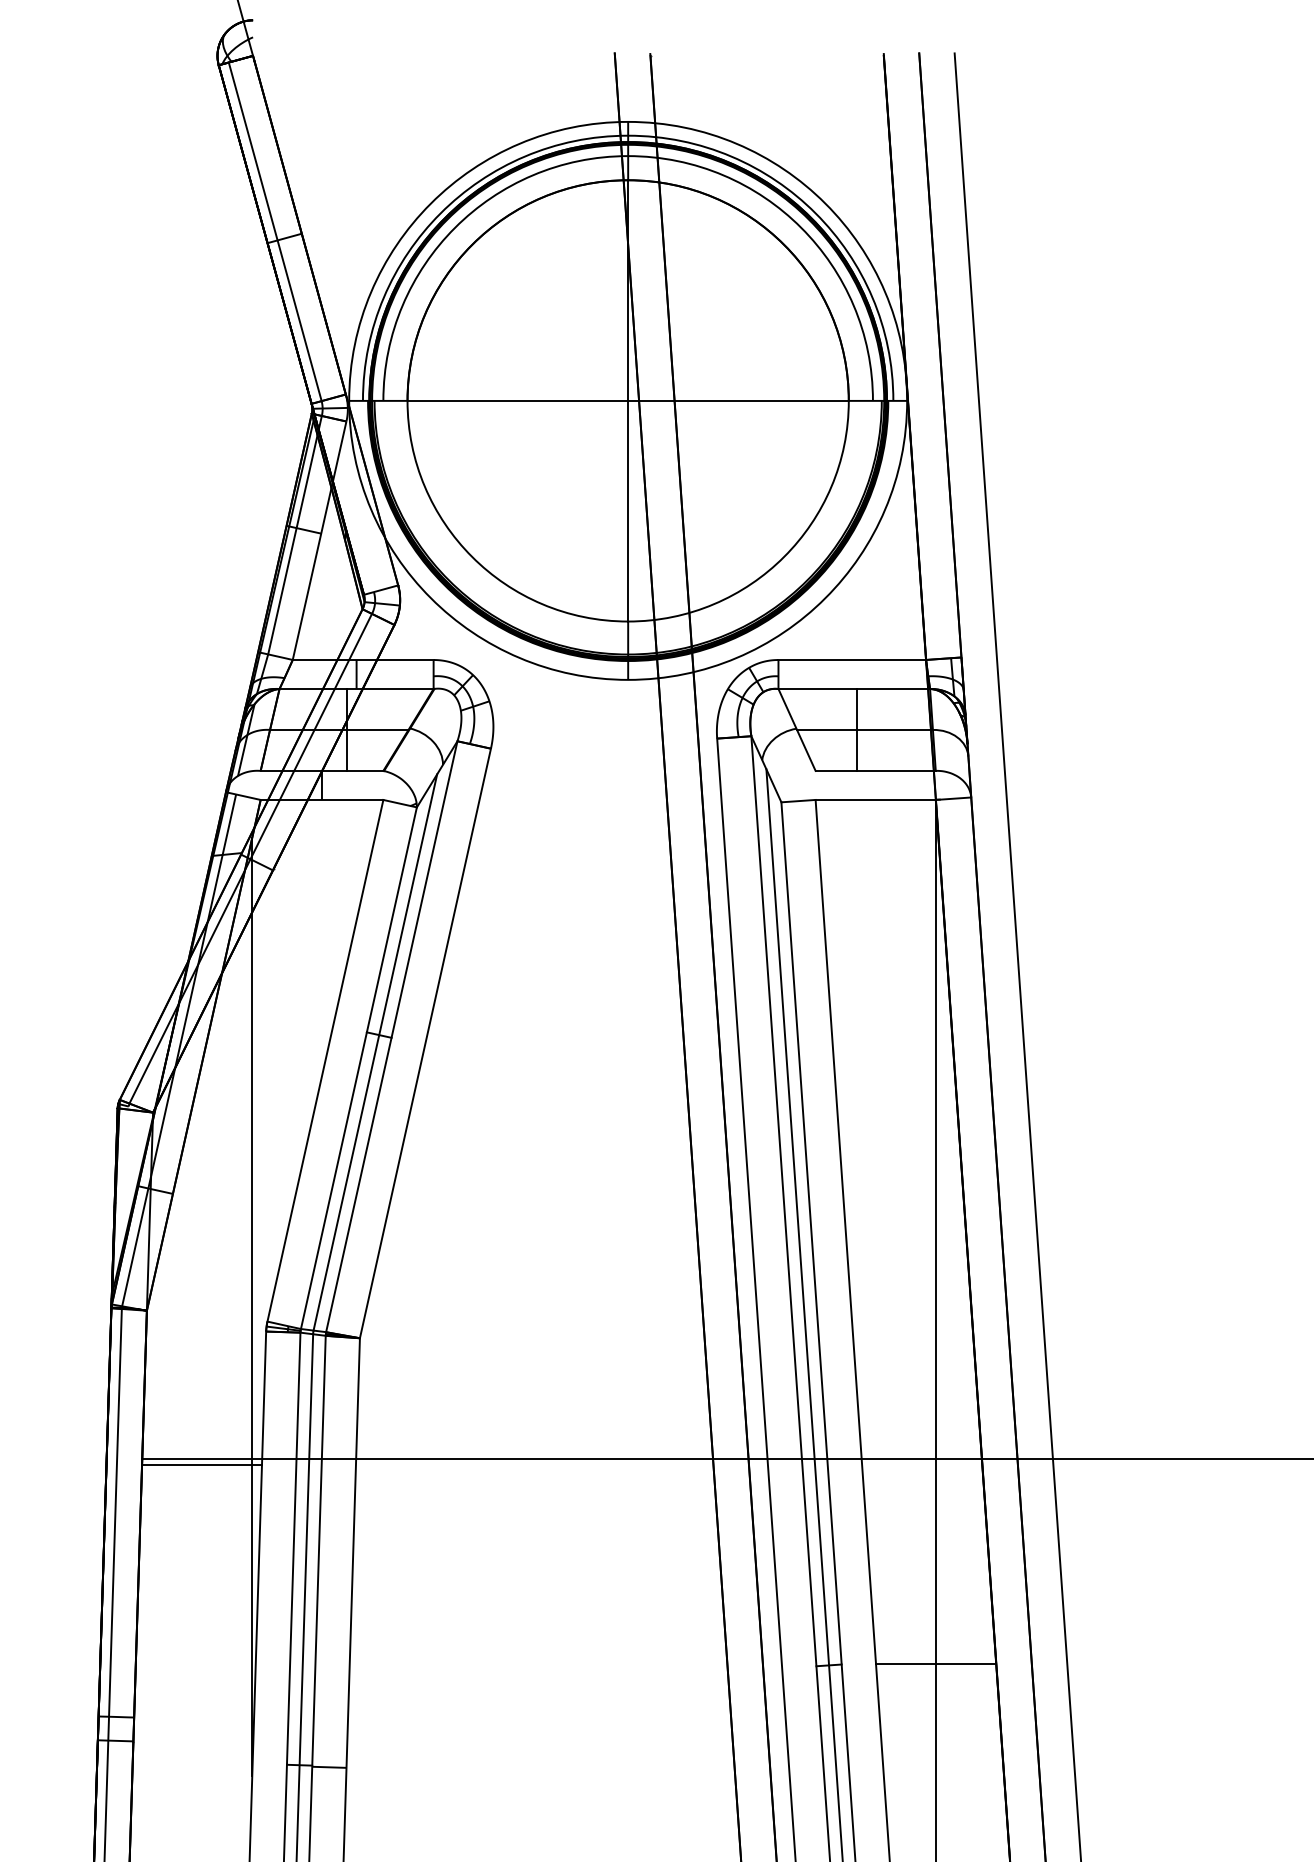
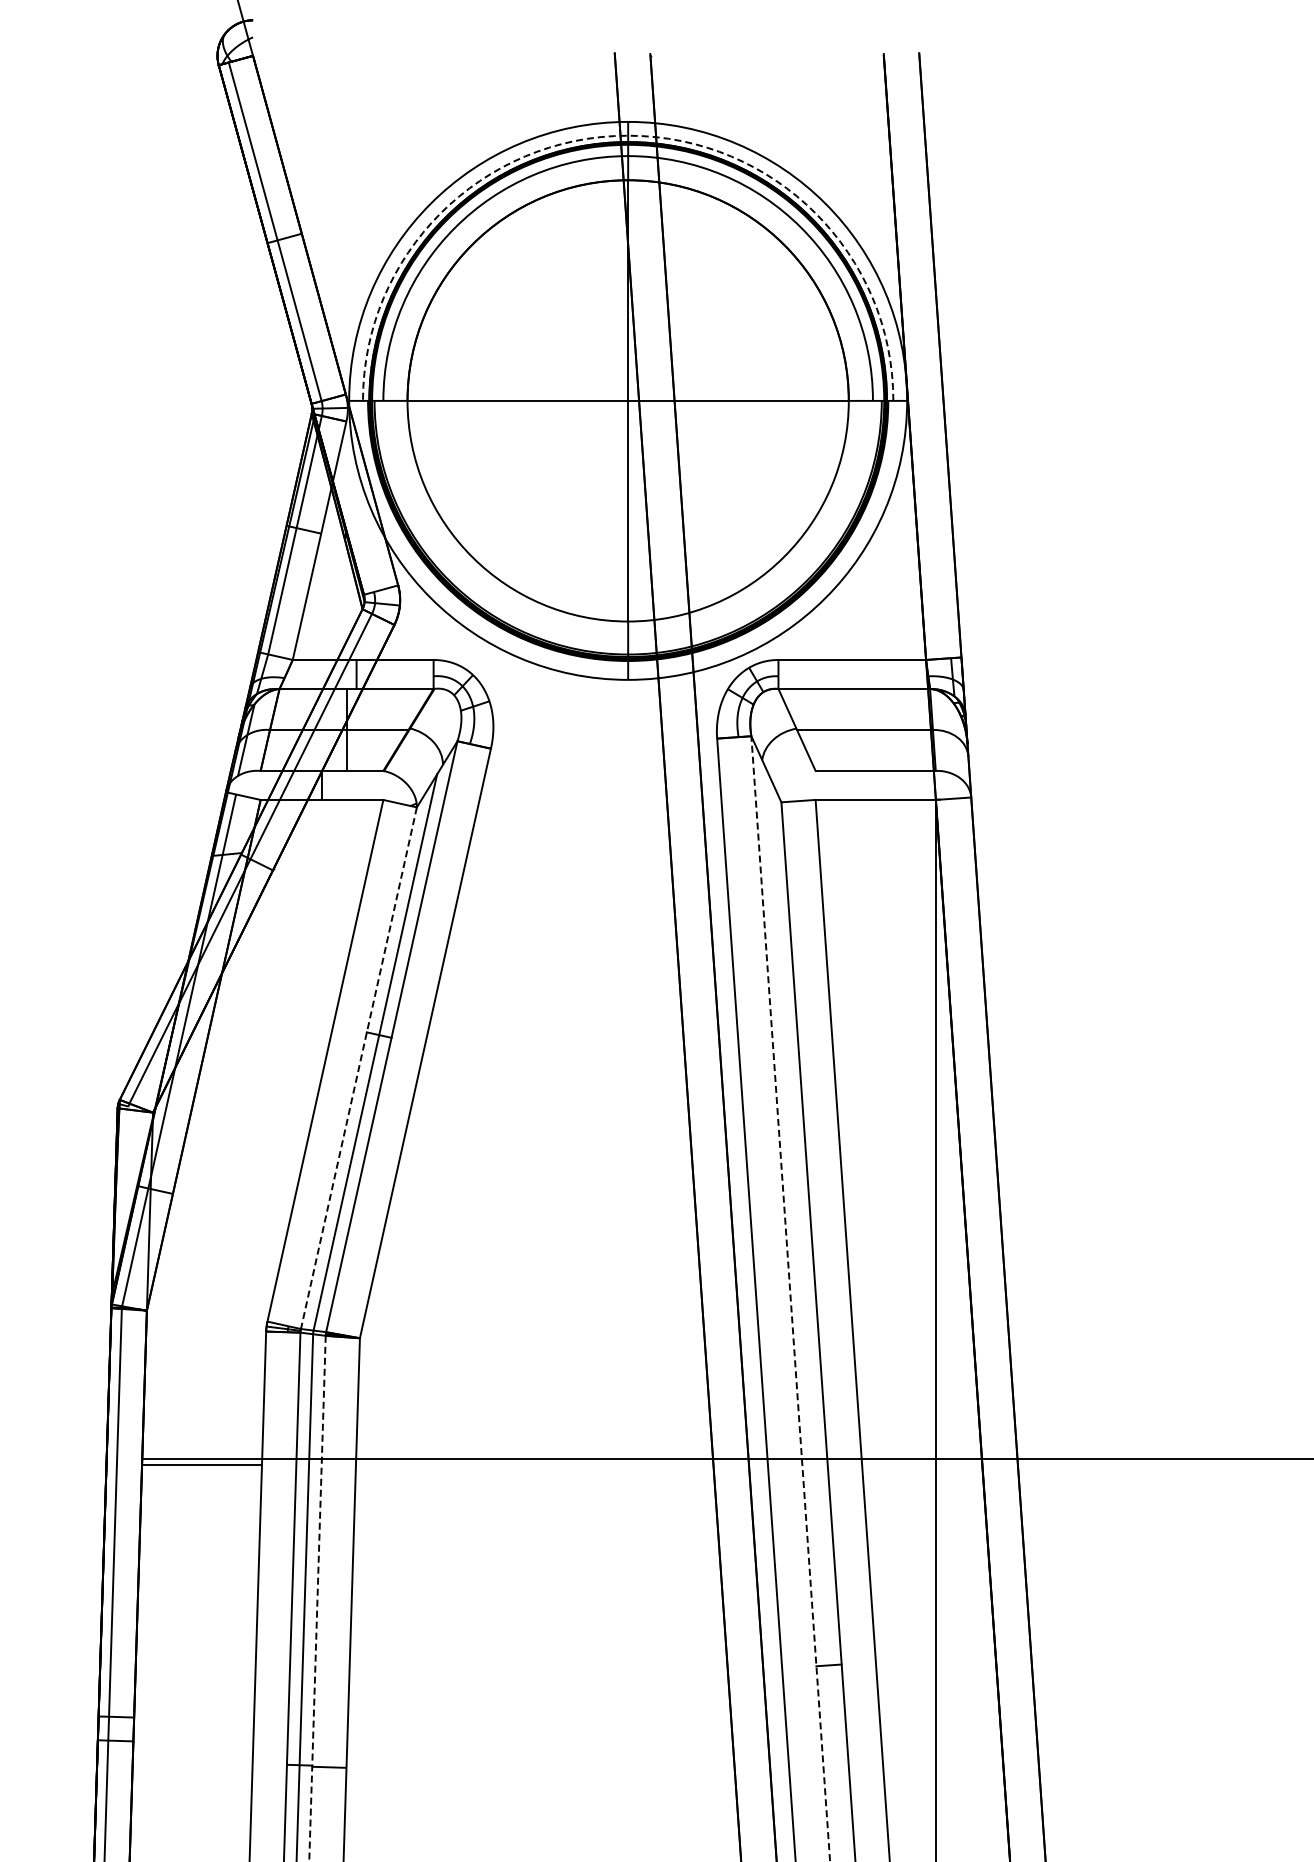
arc at (628, 135): solid -> dashed
line at (857, 729): present -> none
line at (1017, 955): present -> none
line at (358, 1068): solid -> dashed
line at (790, 1298): solid -> dashed
line at (252, 1306): present -> none
line at (804, 1313): present -> none
line at (317, 1598): solid -> dashed
line at (936, 1663): present -> none
